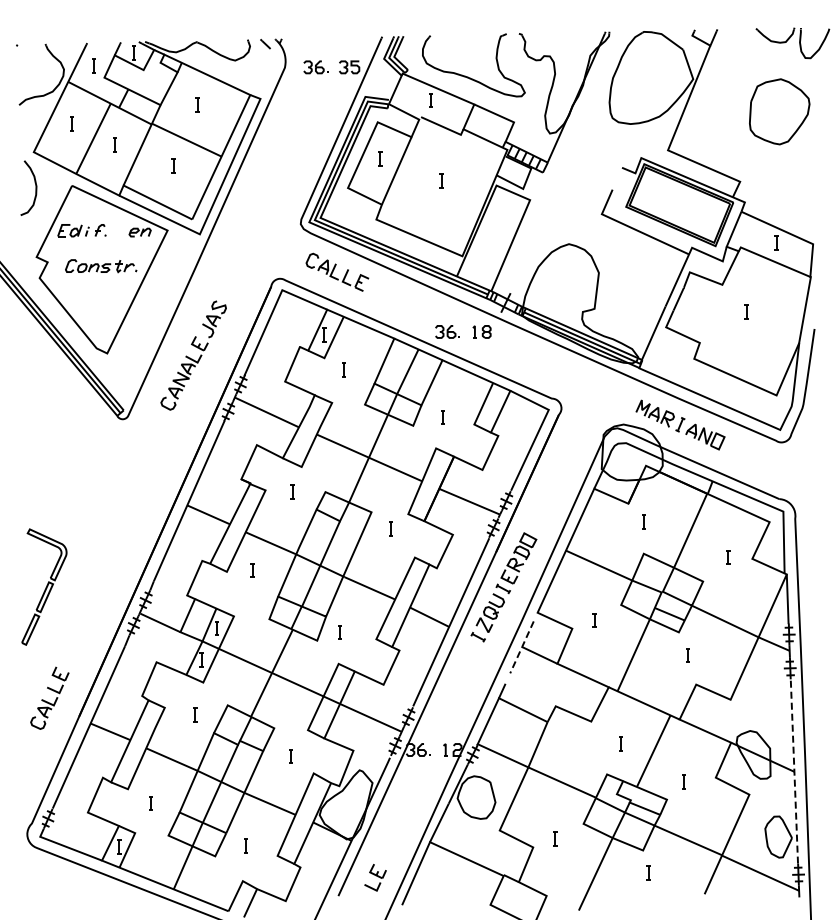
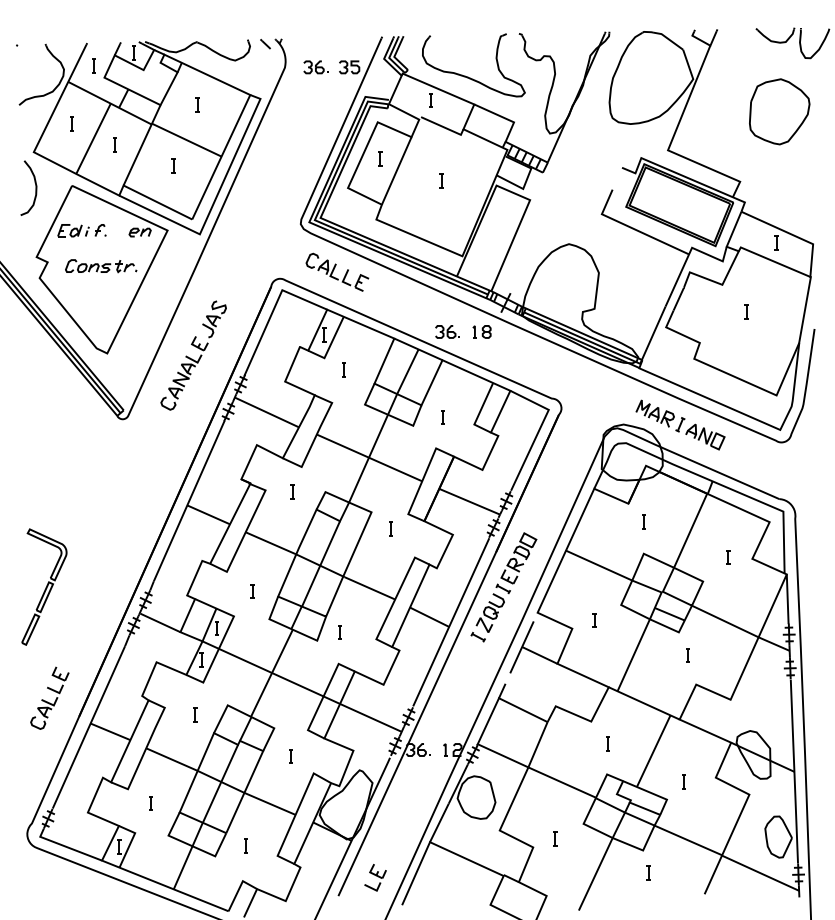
part at (252, 570) position: (252, 570) -> (252, 591)
line at (522, 647): dashed -> solid
line at (620, 743) position: (620, 743) -> (607, 743)
line at (794, 771): dashed -> solid
